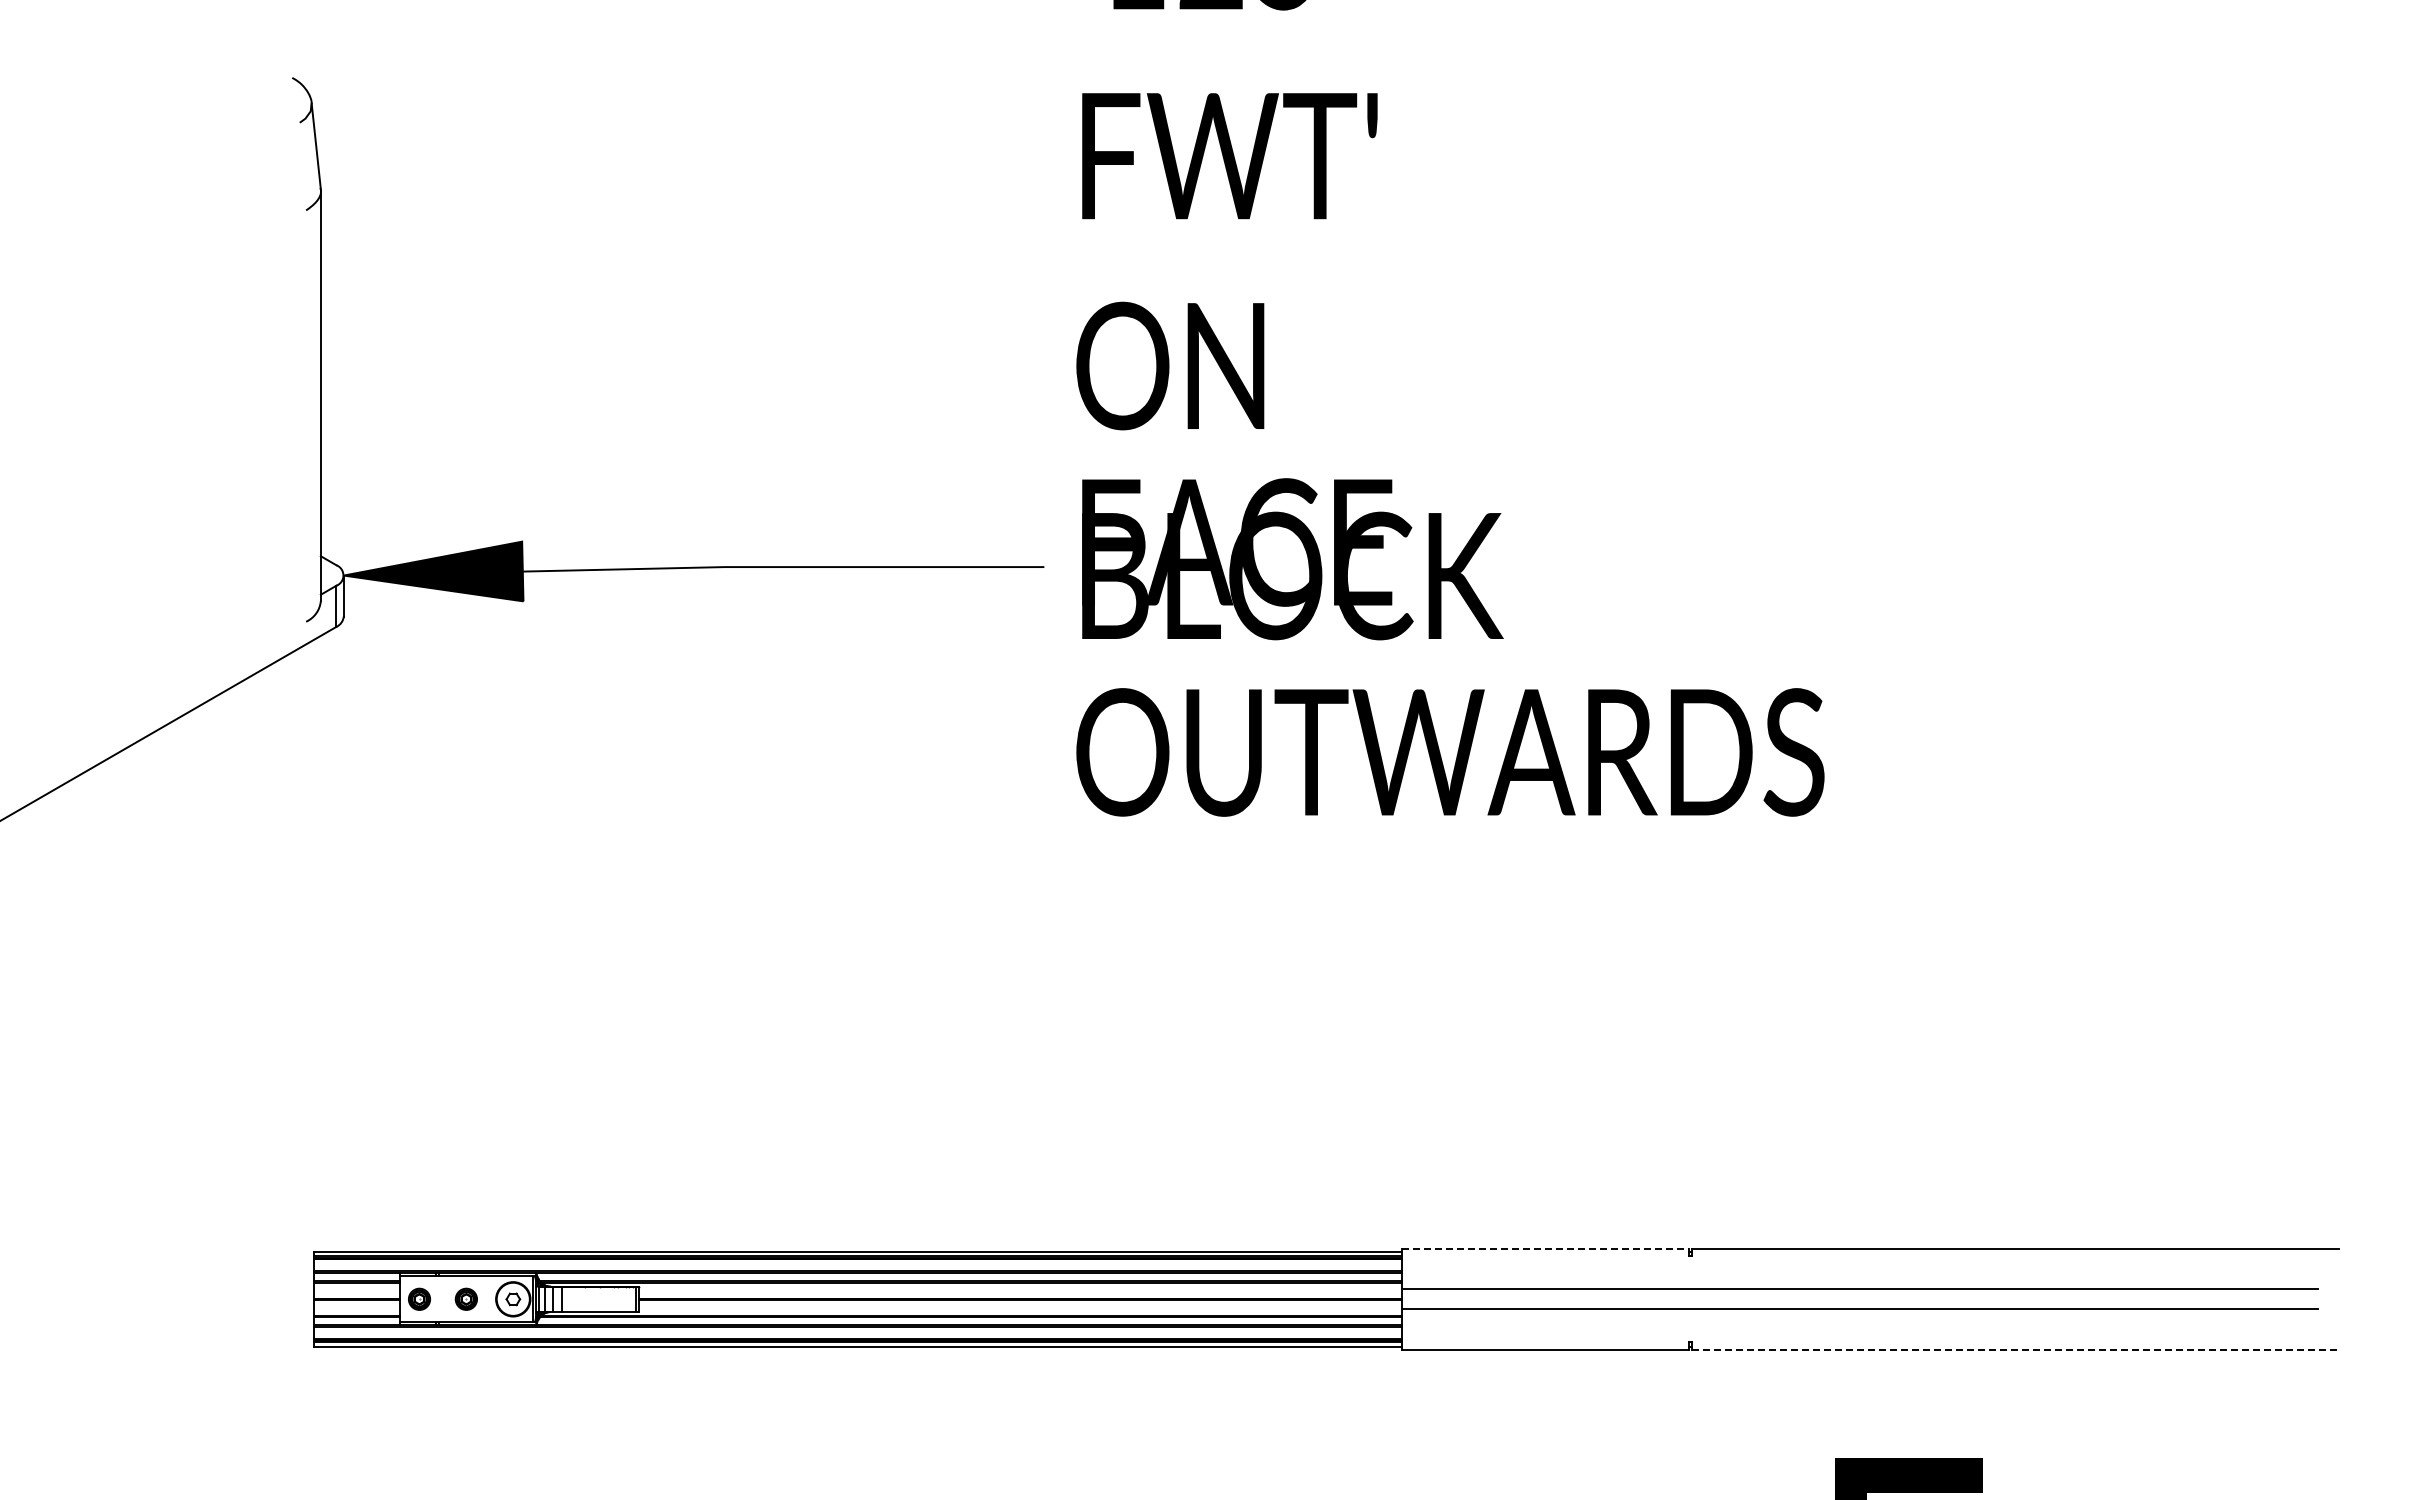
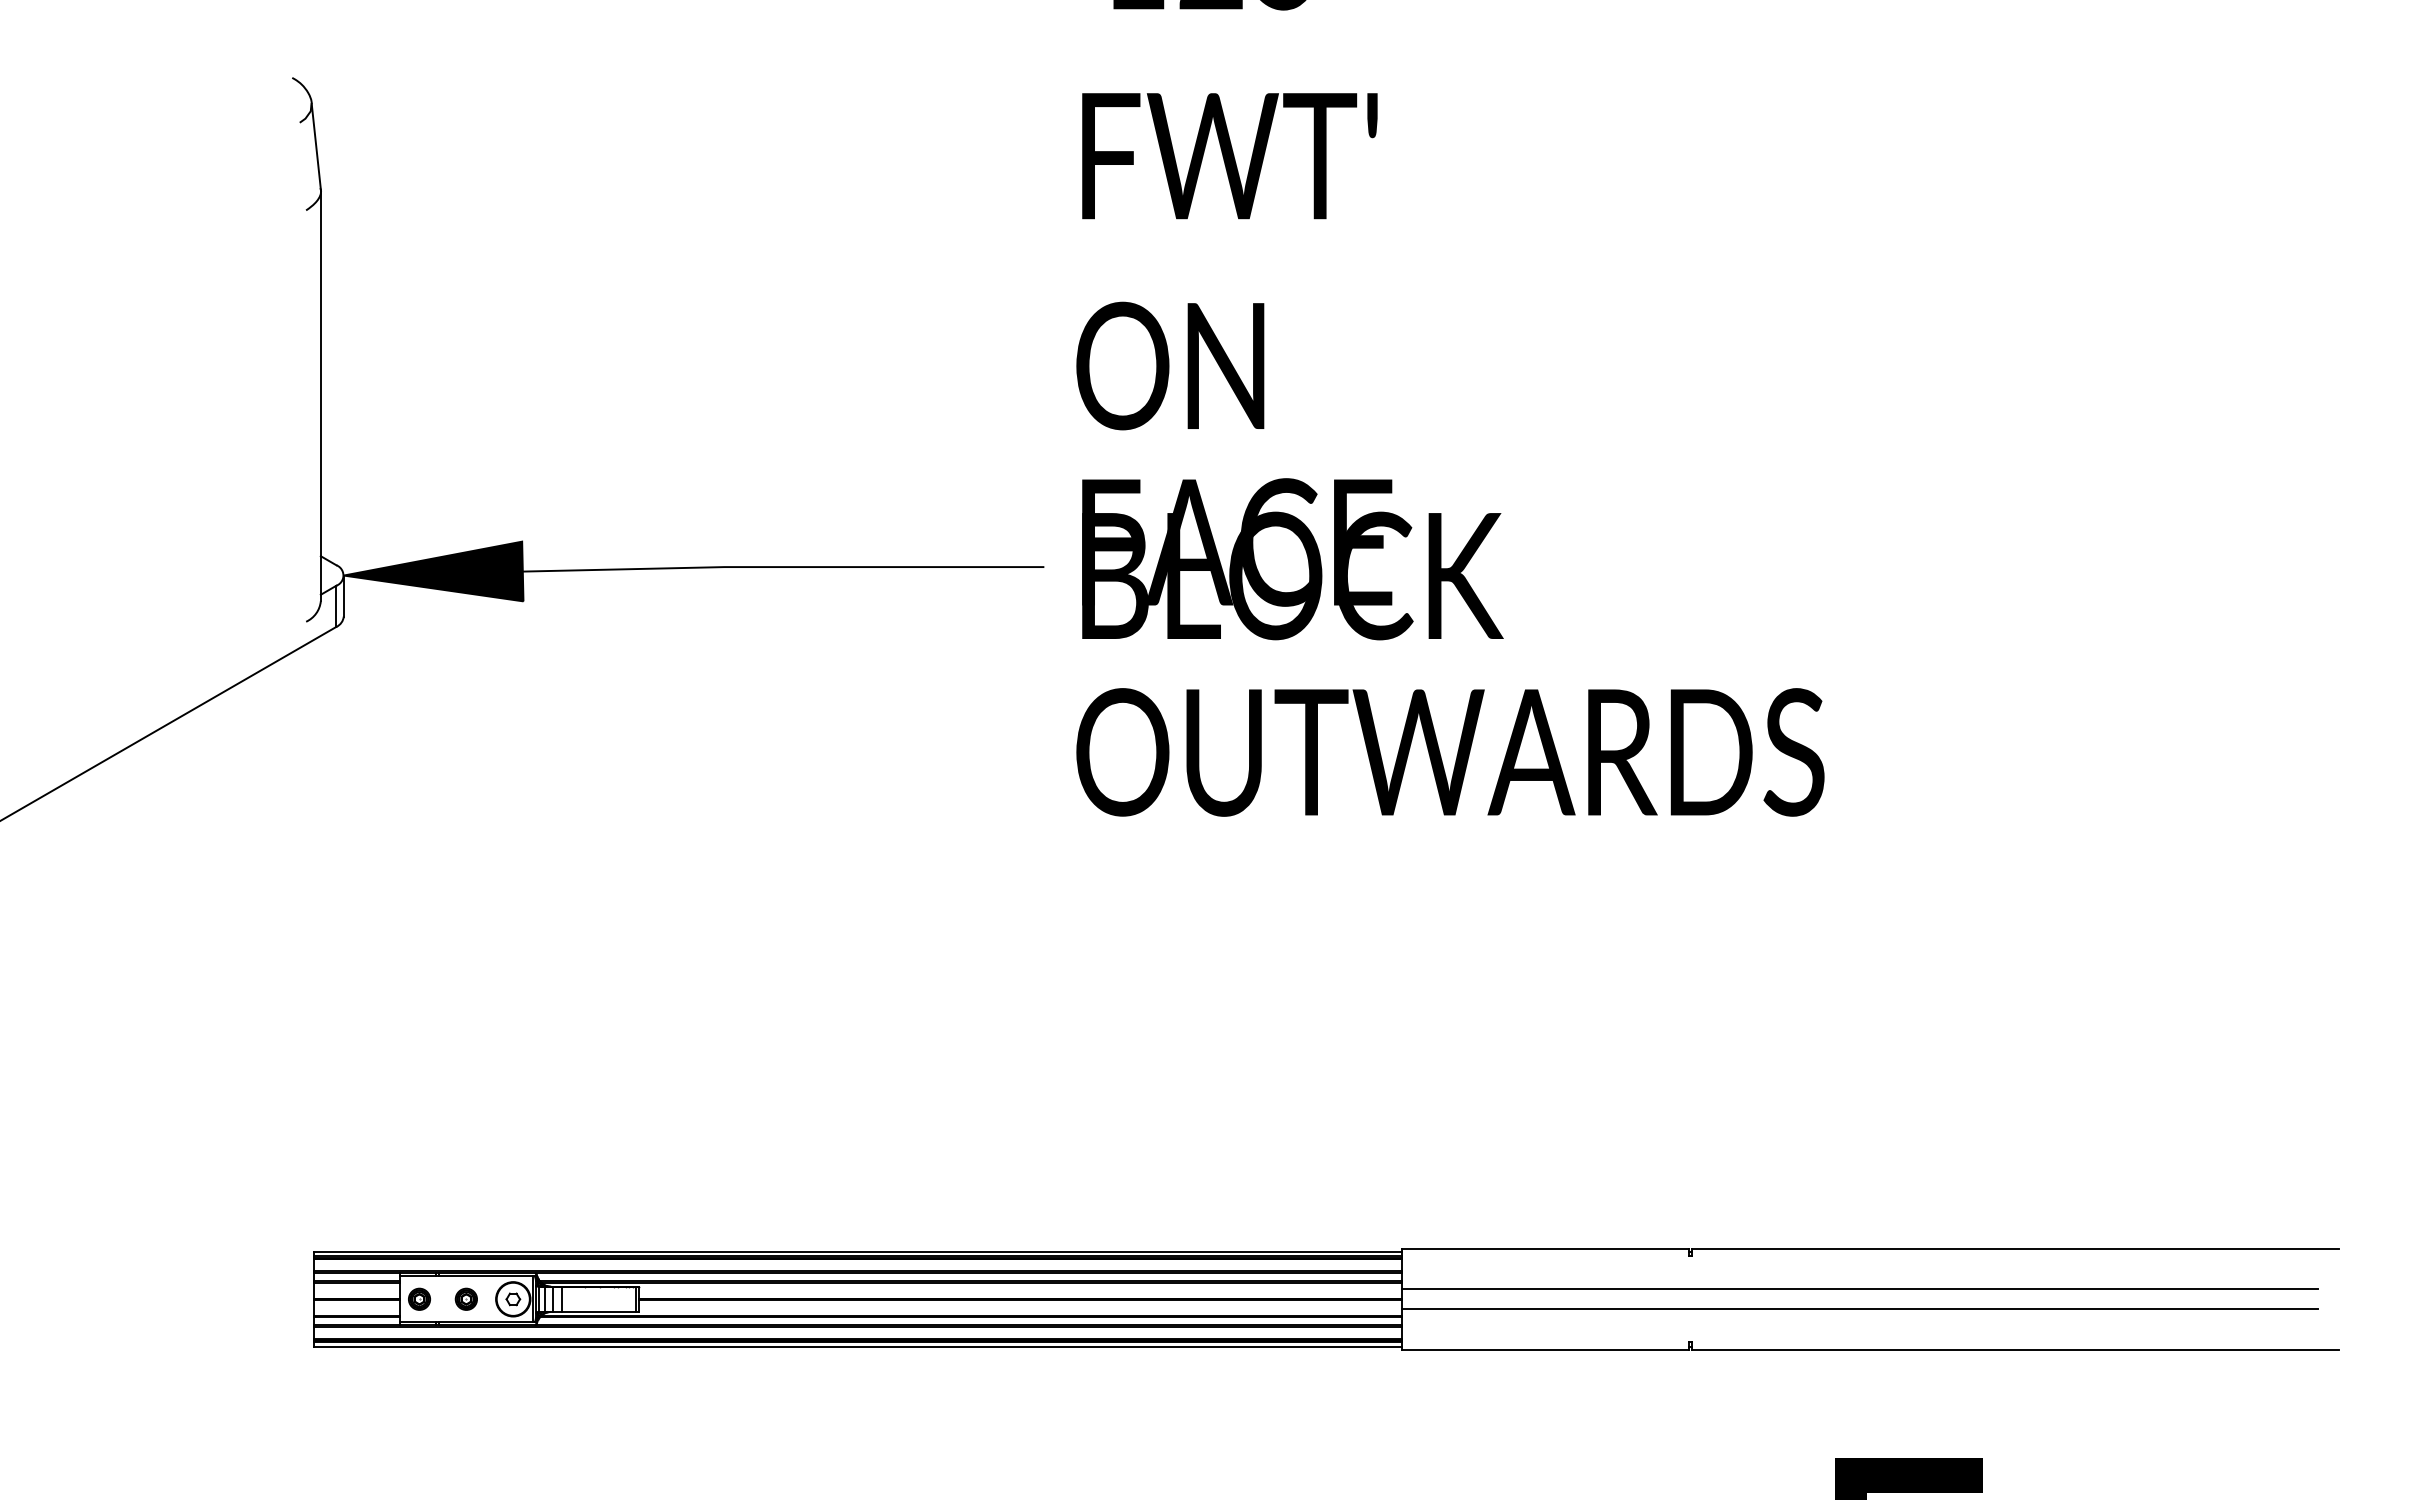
line at (1545, 1249): dashed -> solid
line at (2016, 1349): dashed -> solid
